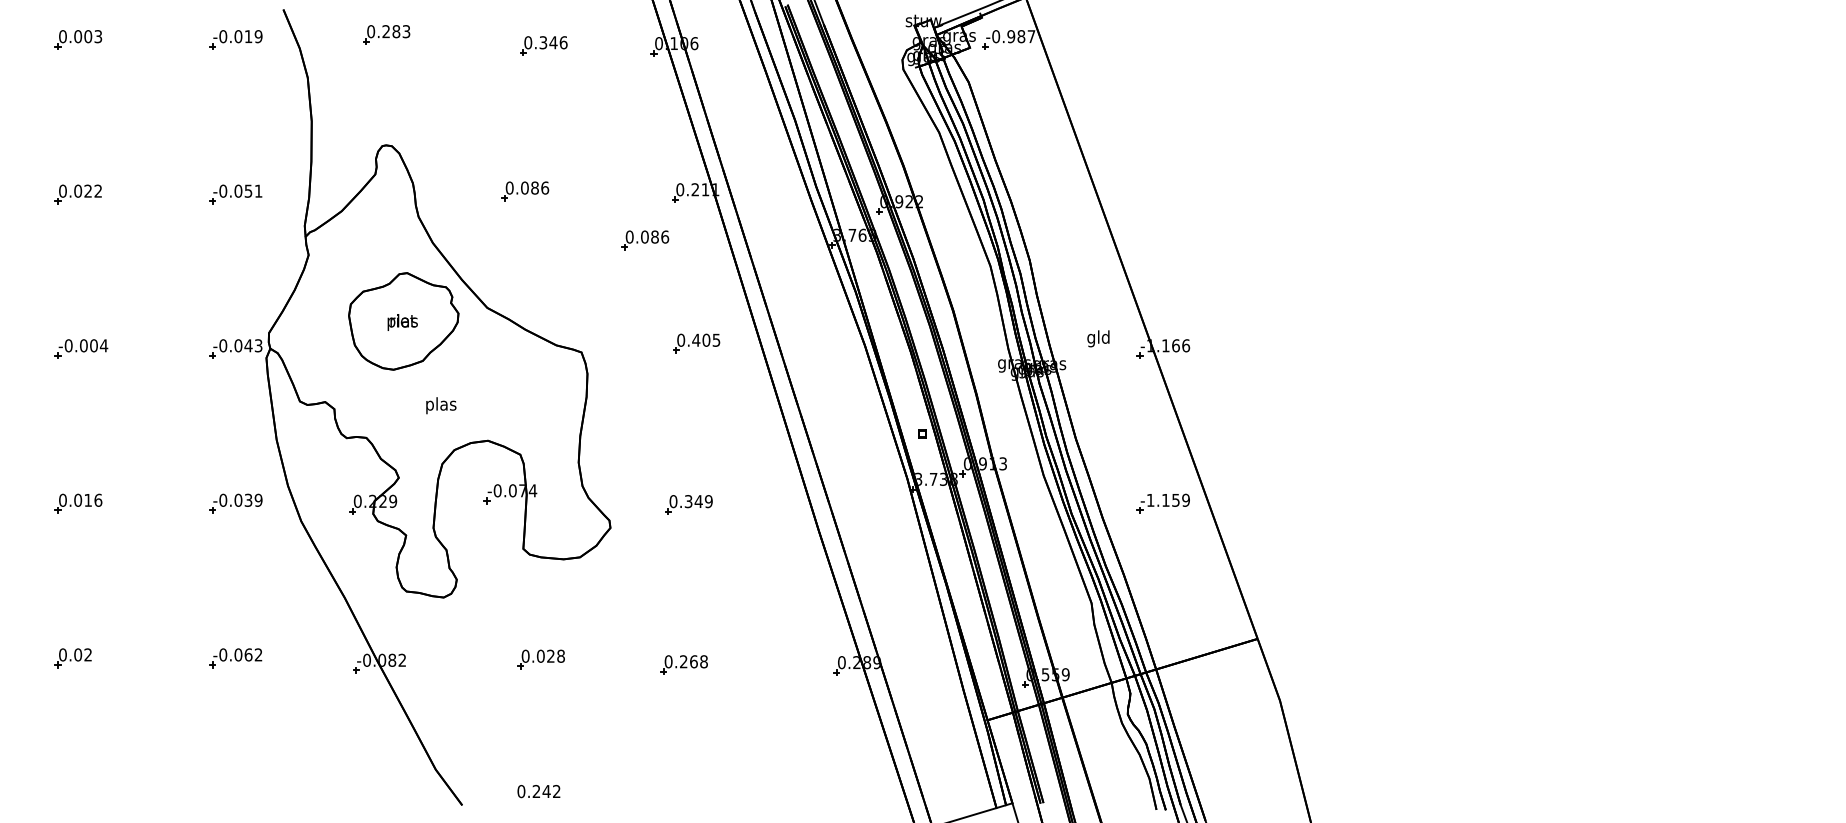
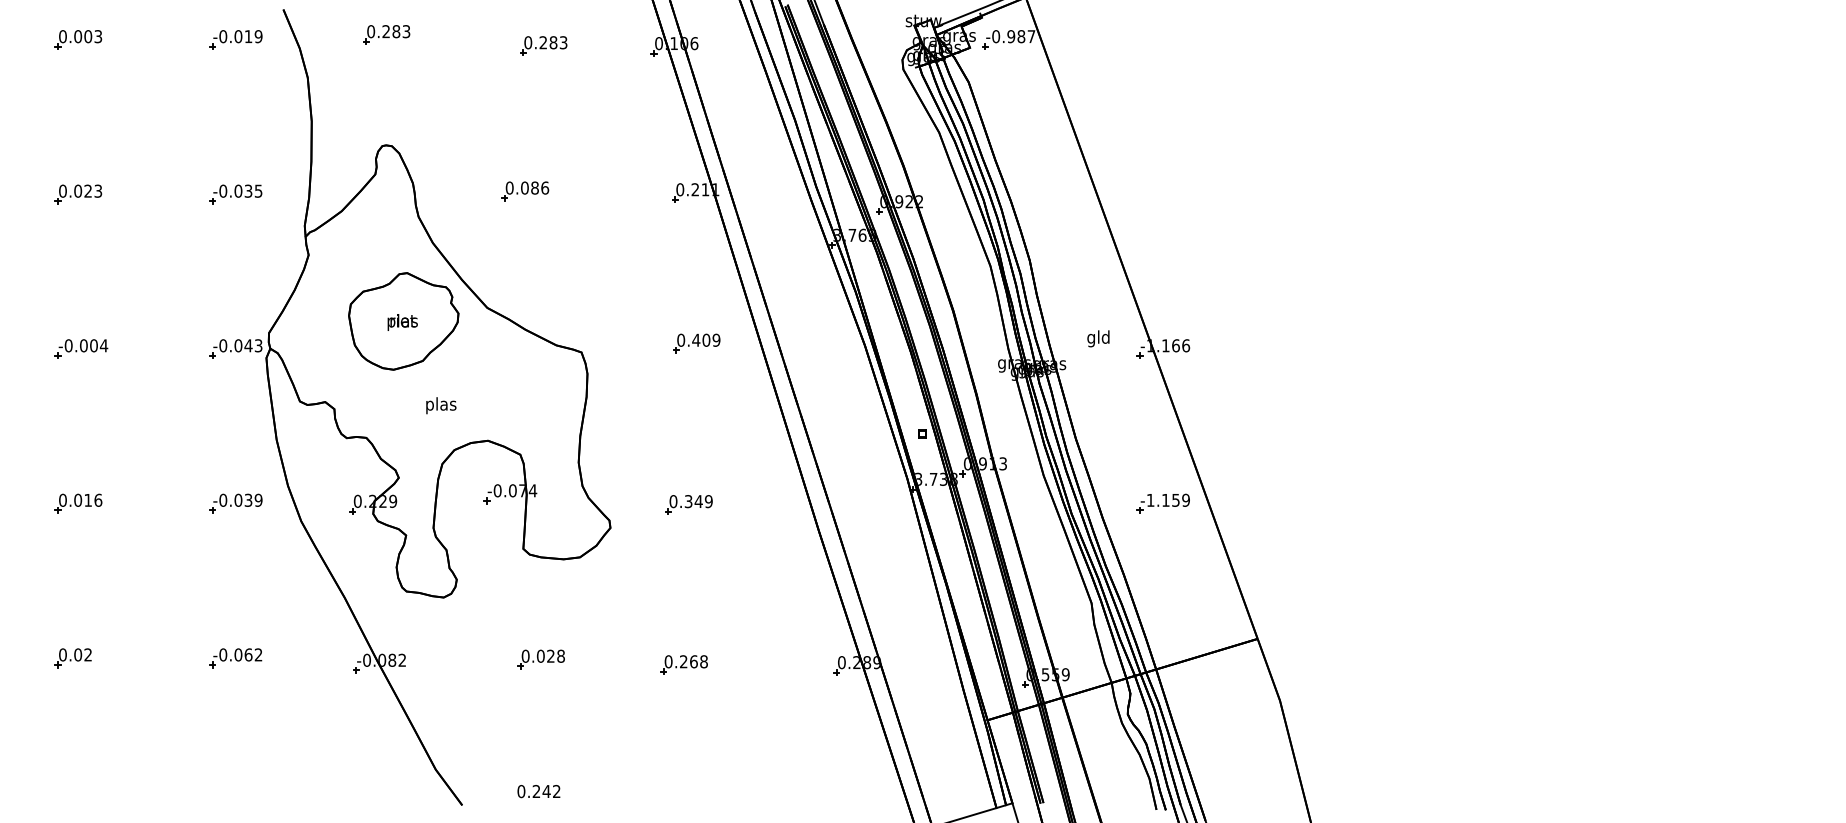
text at (553, 42): 0.346 -> 0.283
text at (253, 190): -0.051 -> -0.035
text at (98, 191): 0.022 -> 0.023
part at (645, 240): present -> none
text at (716, 339): 0.405 -> 0.409
